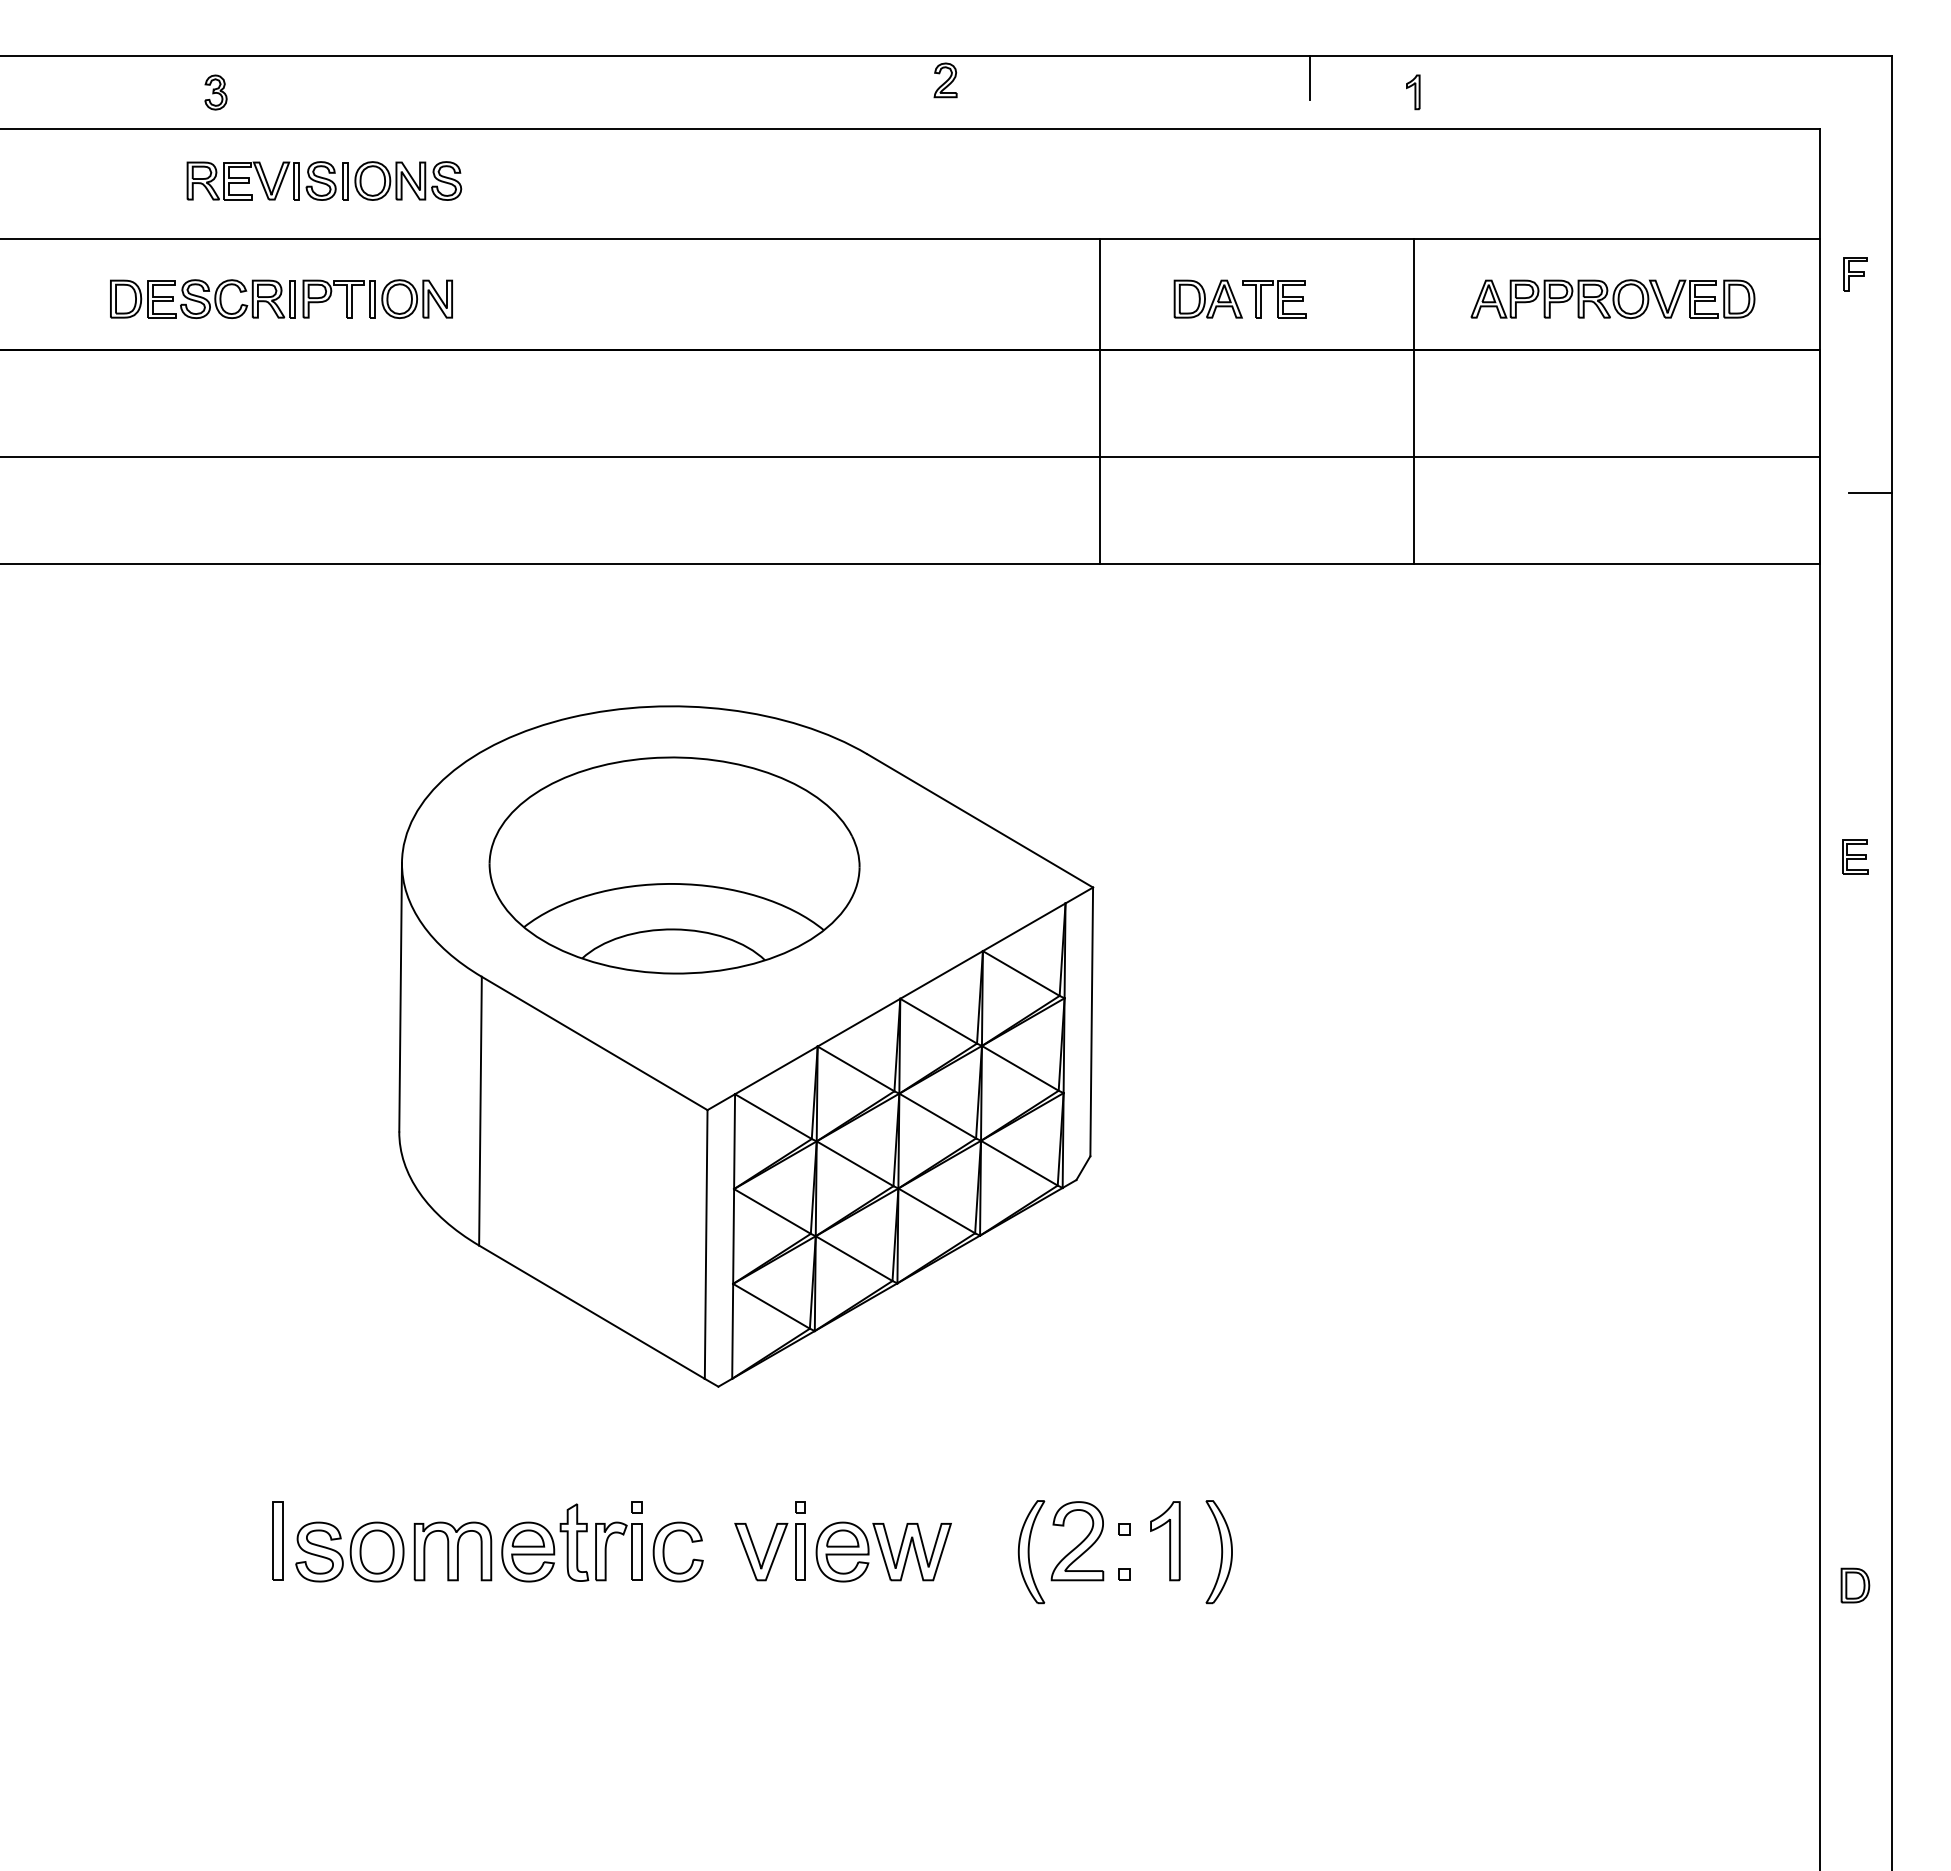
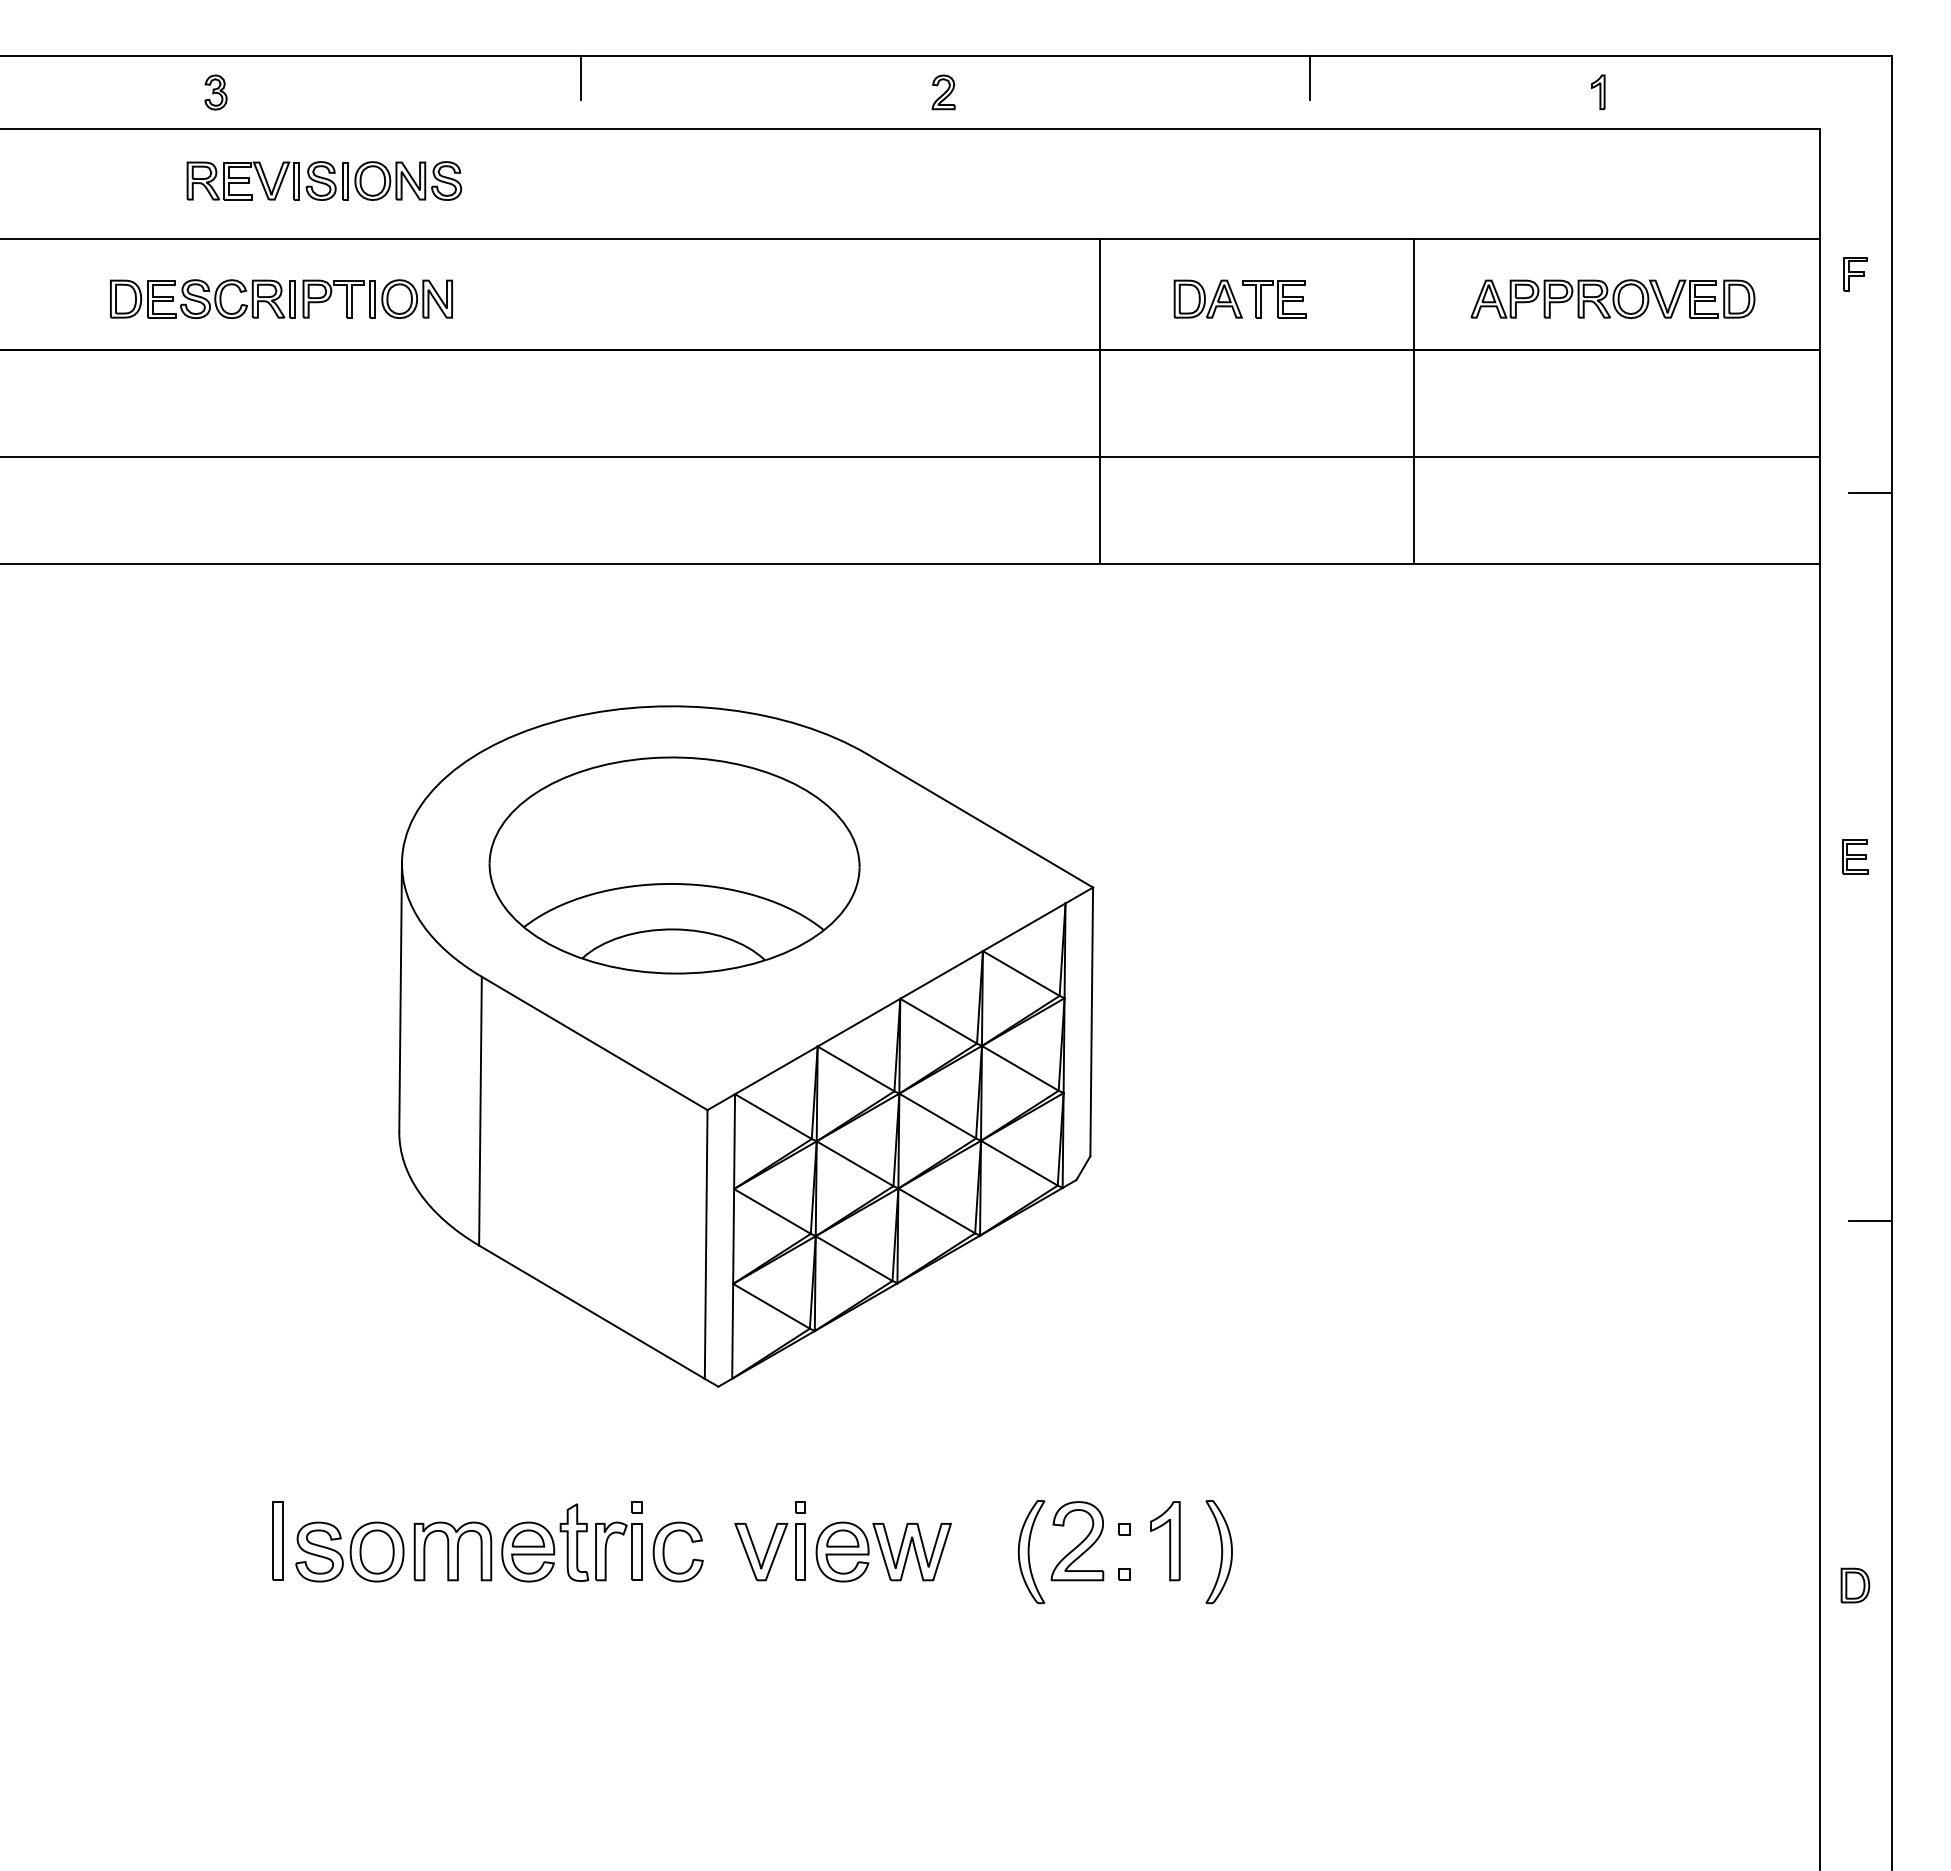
line at (581, 77): none -> present
part at (945, 80) position: (945, 80) -> (943, 92)
part at (1413, 92) position: (1413, 92) -> (1598, 92)
line at (1870, 1221): none -> present
